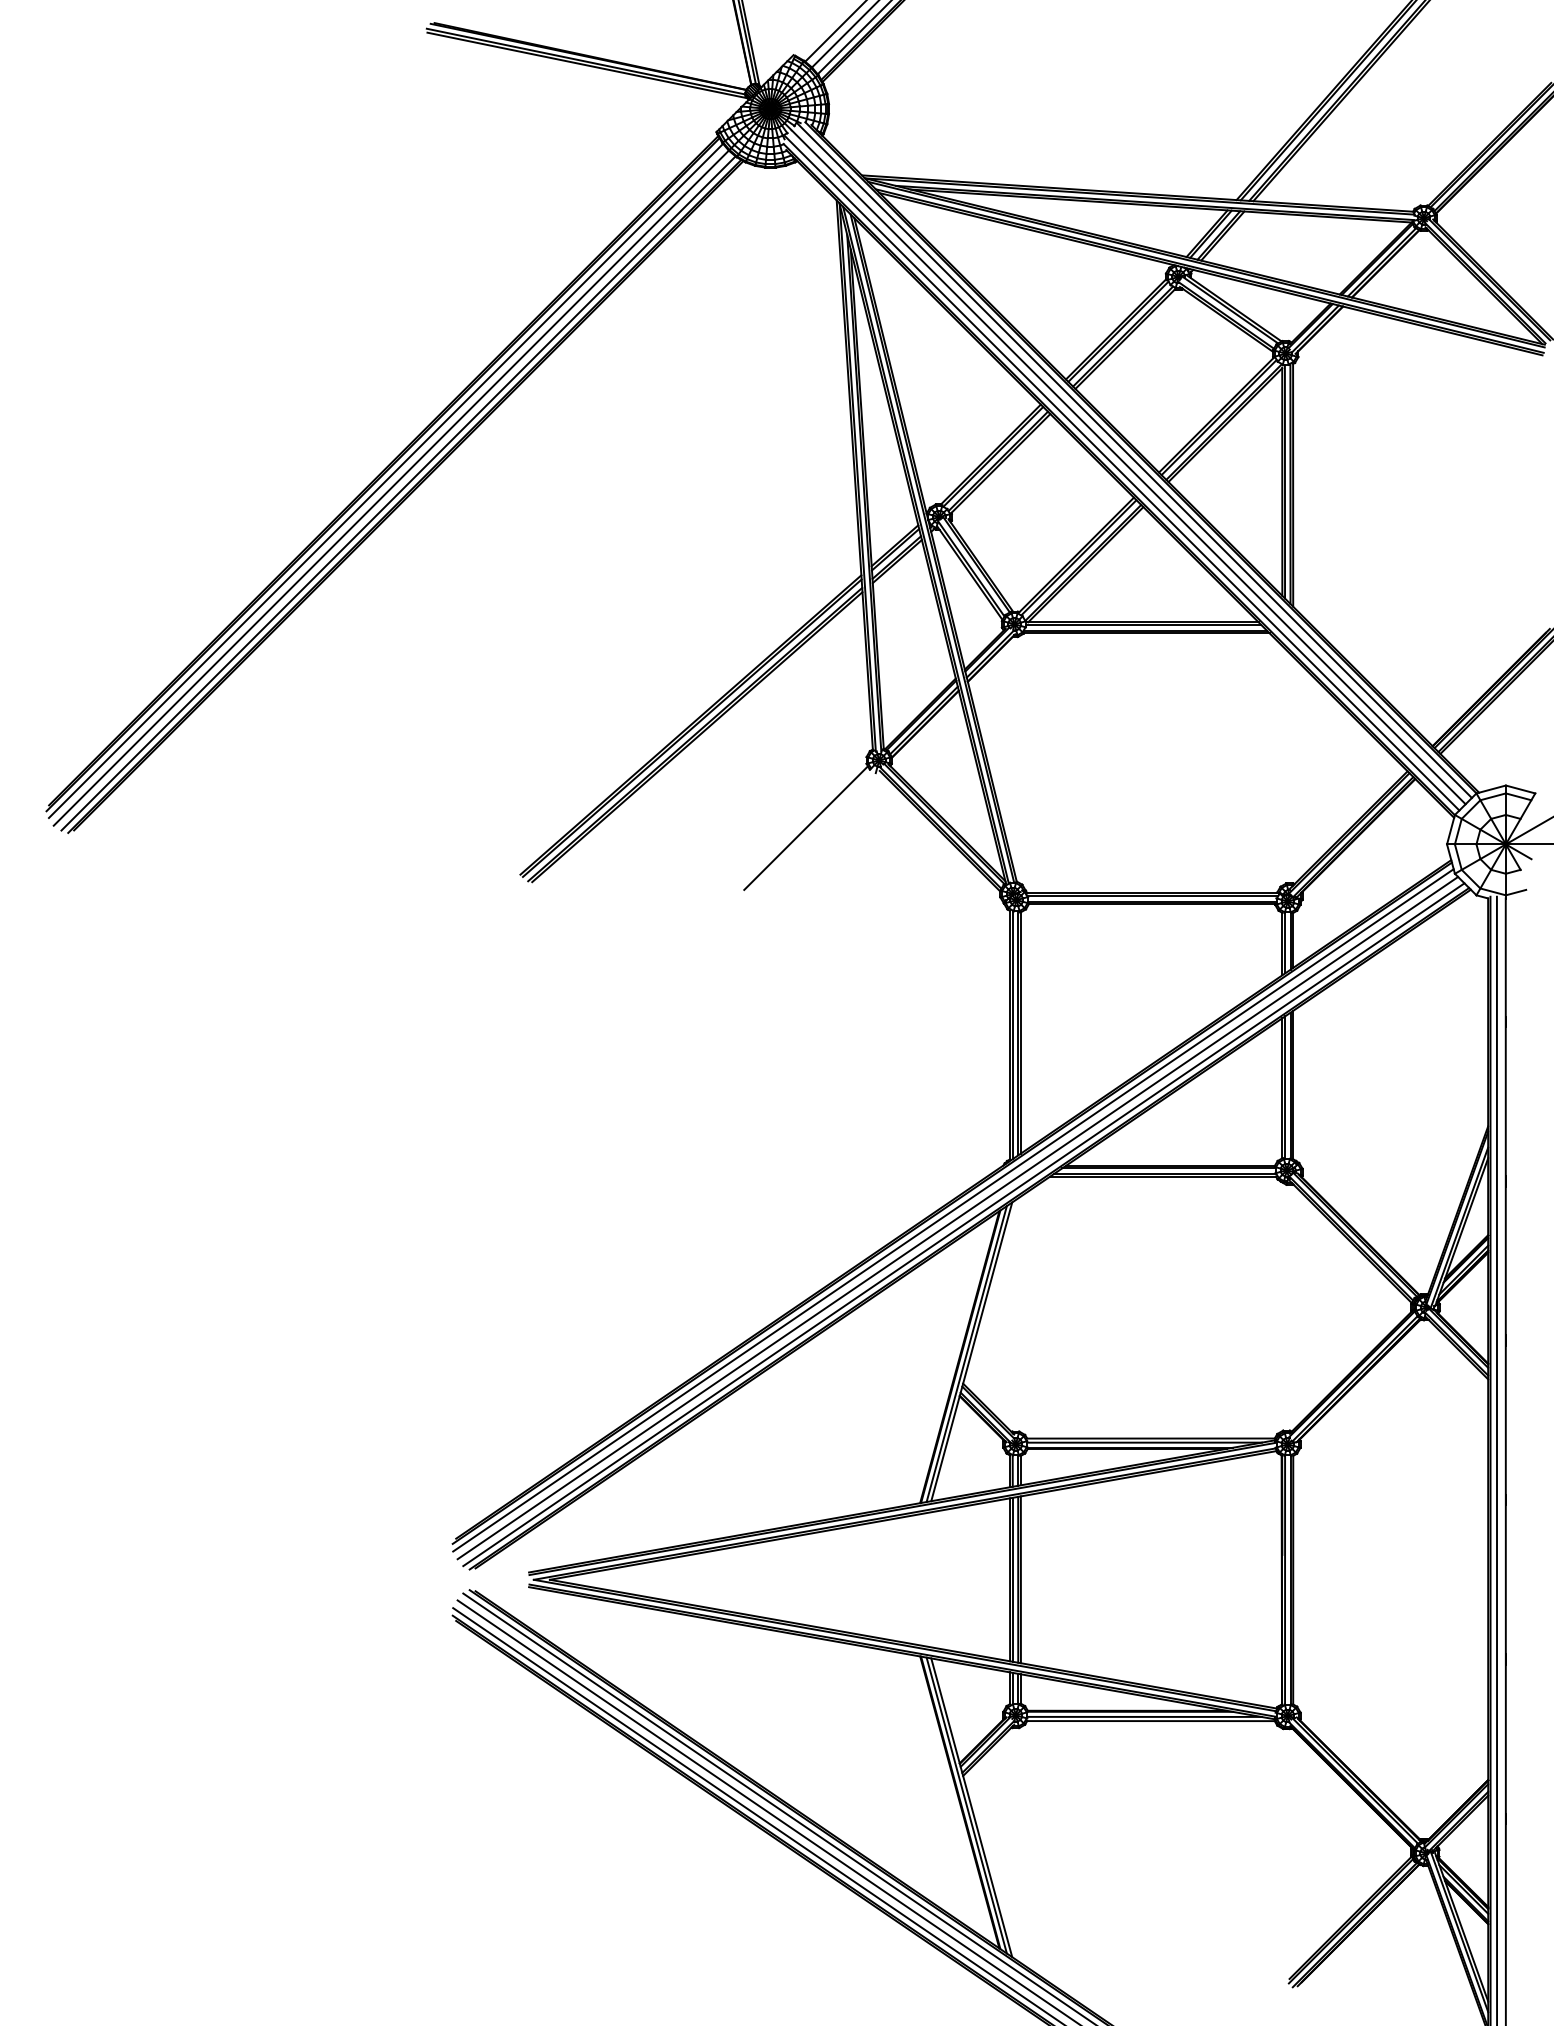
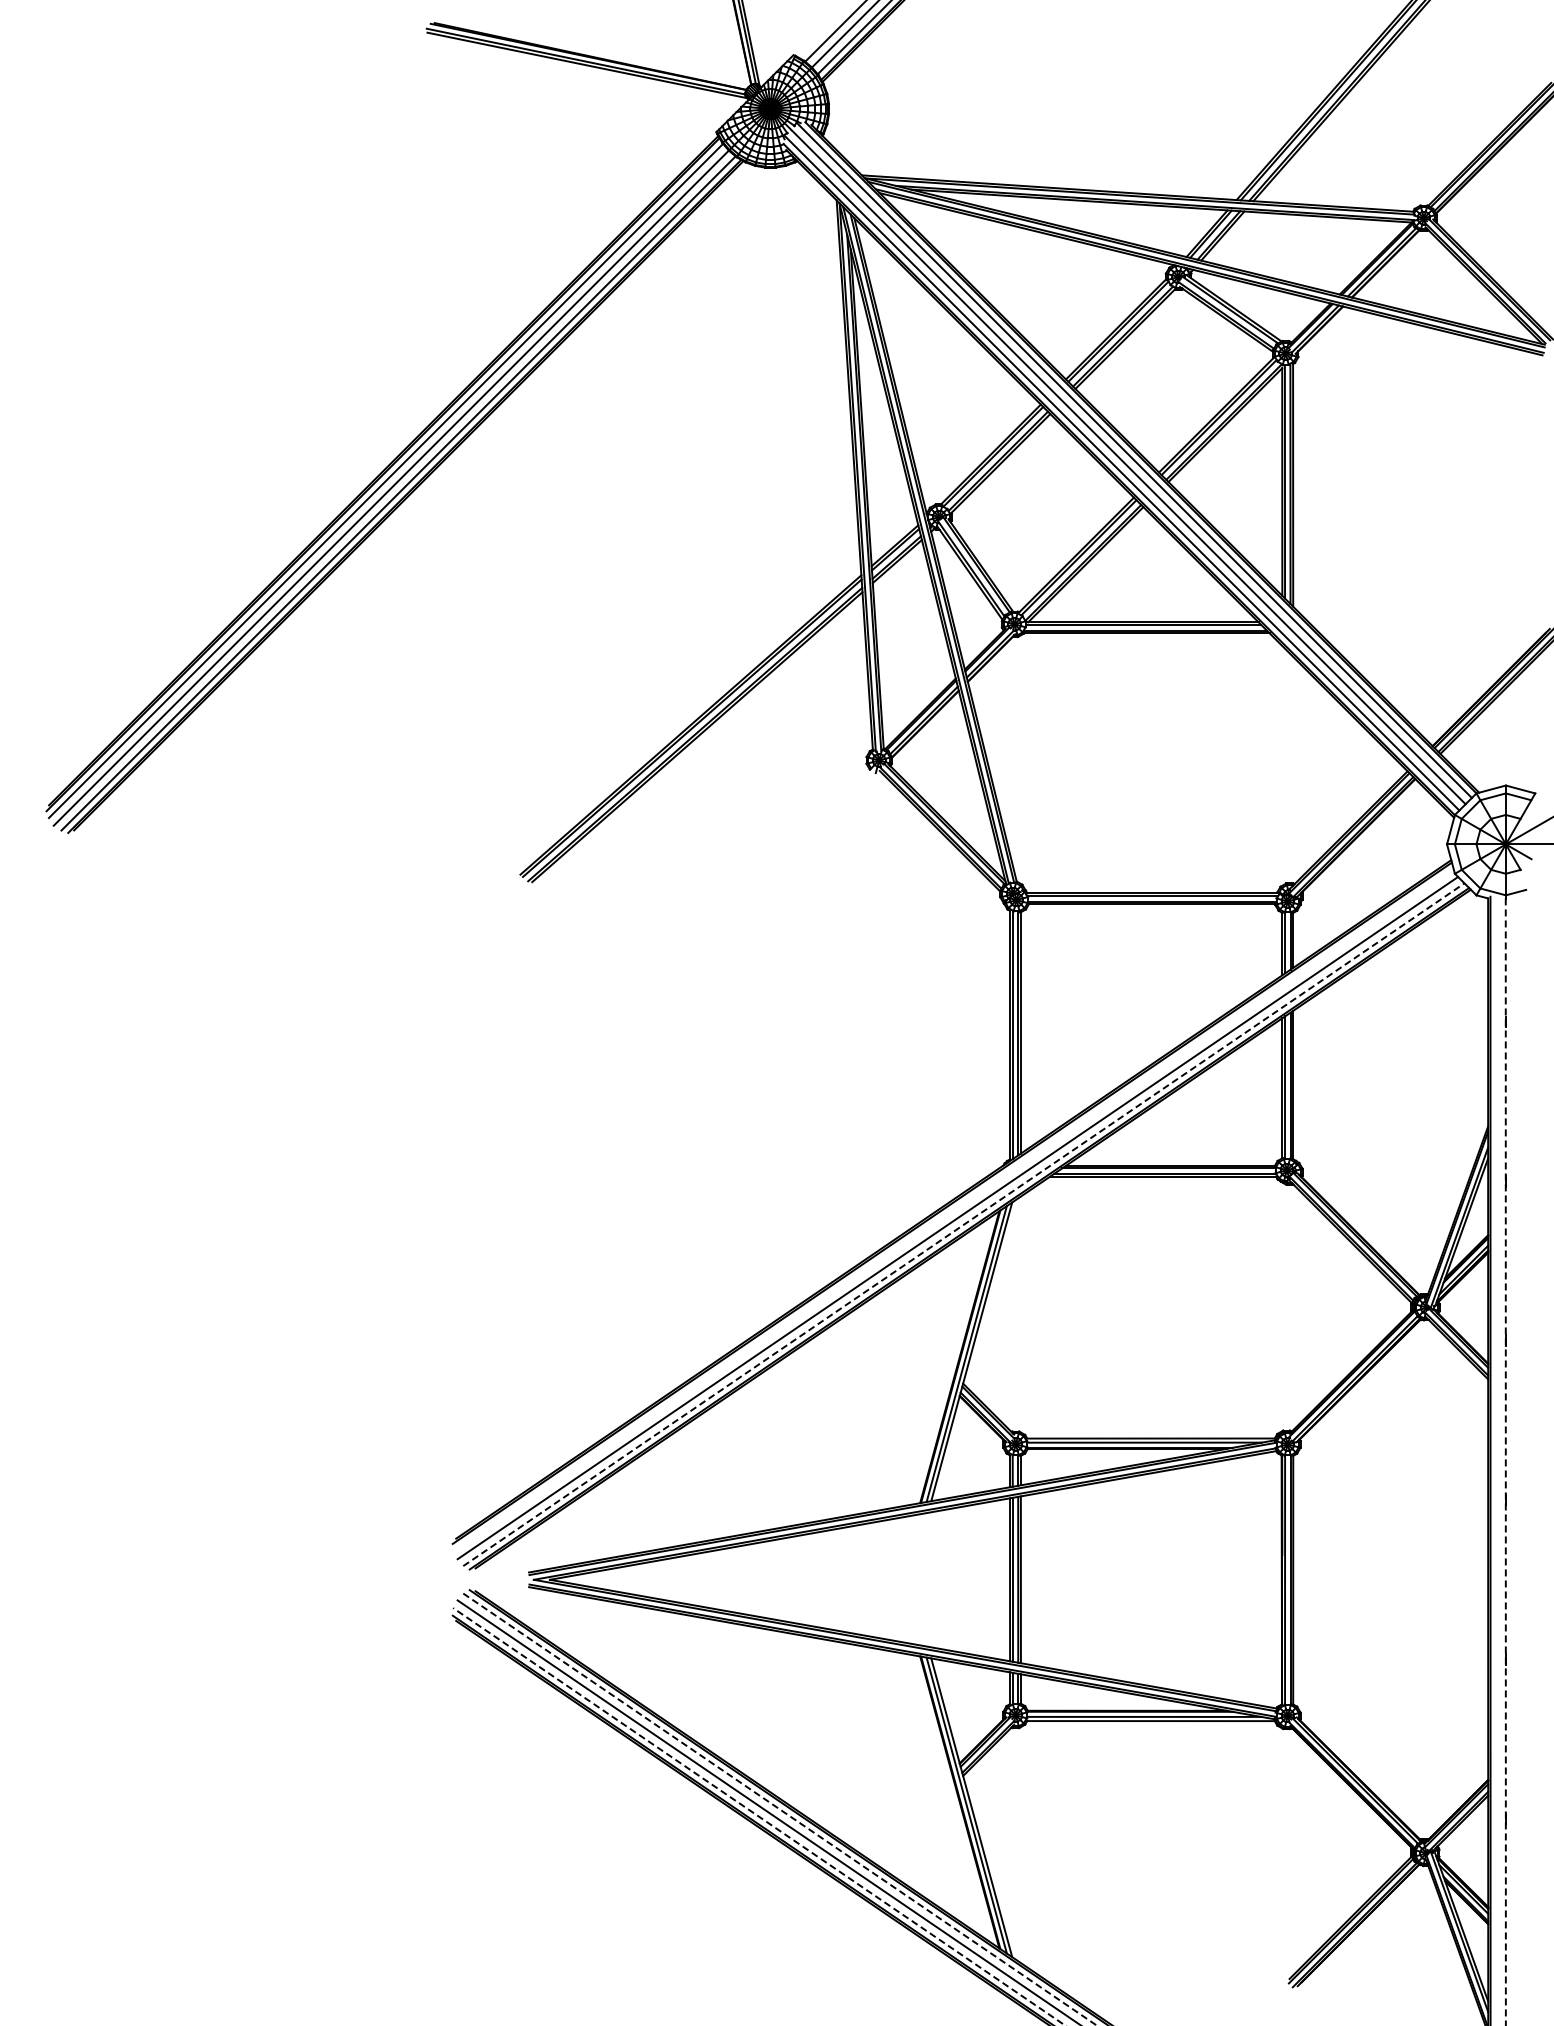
line at (805, 827): present -> none
line at (953, 1210): present -> none
line at (963, 1224): solid -> dashed
line at (1496, 1459): present -> none
line at (1505, 1462): solid -> dashed
line at (780, 1809): solid -> dashed
line at (759, 1816): solid -> dashed
